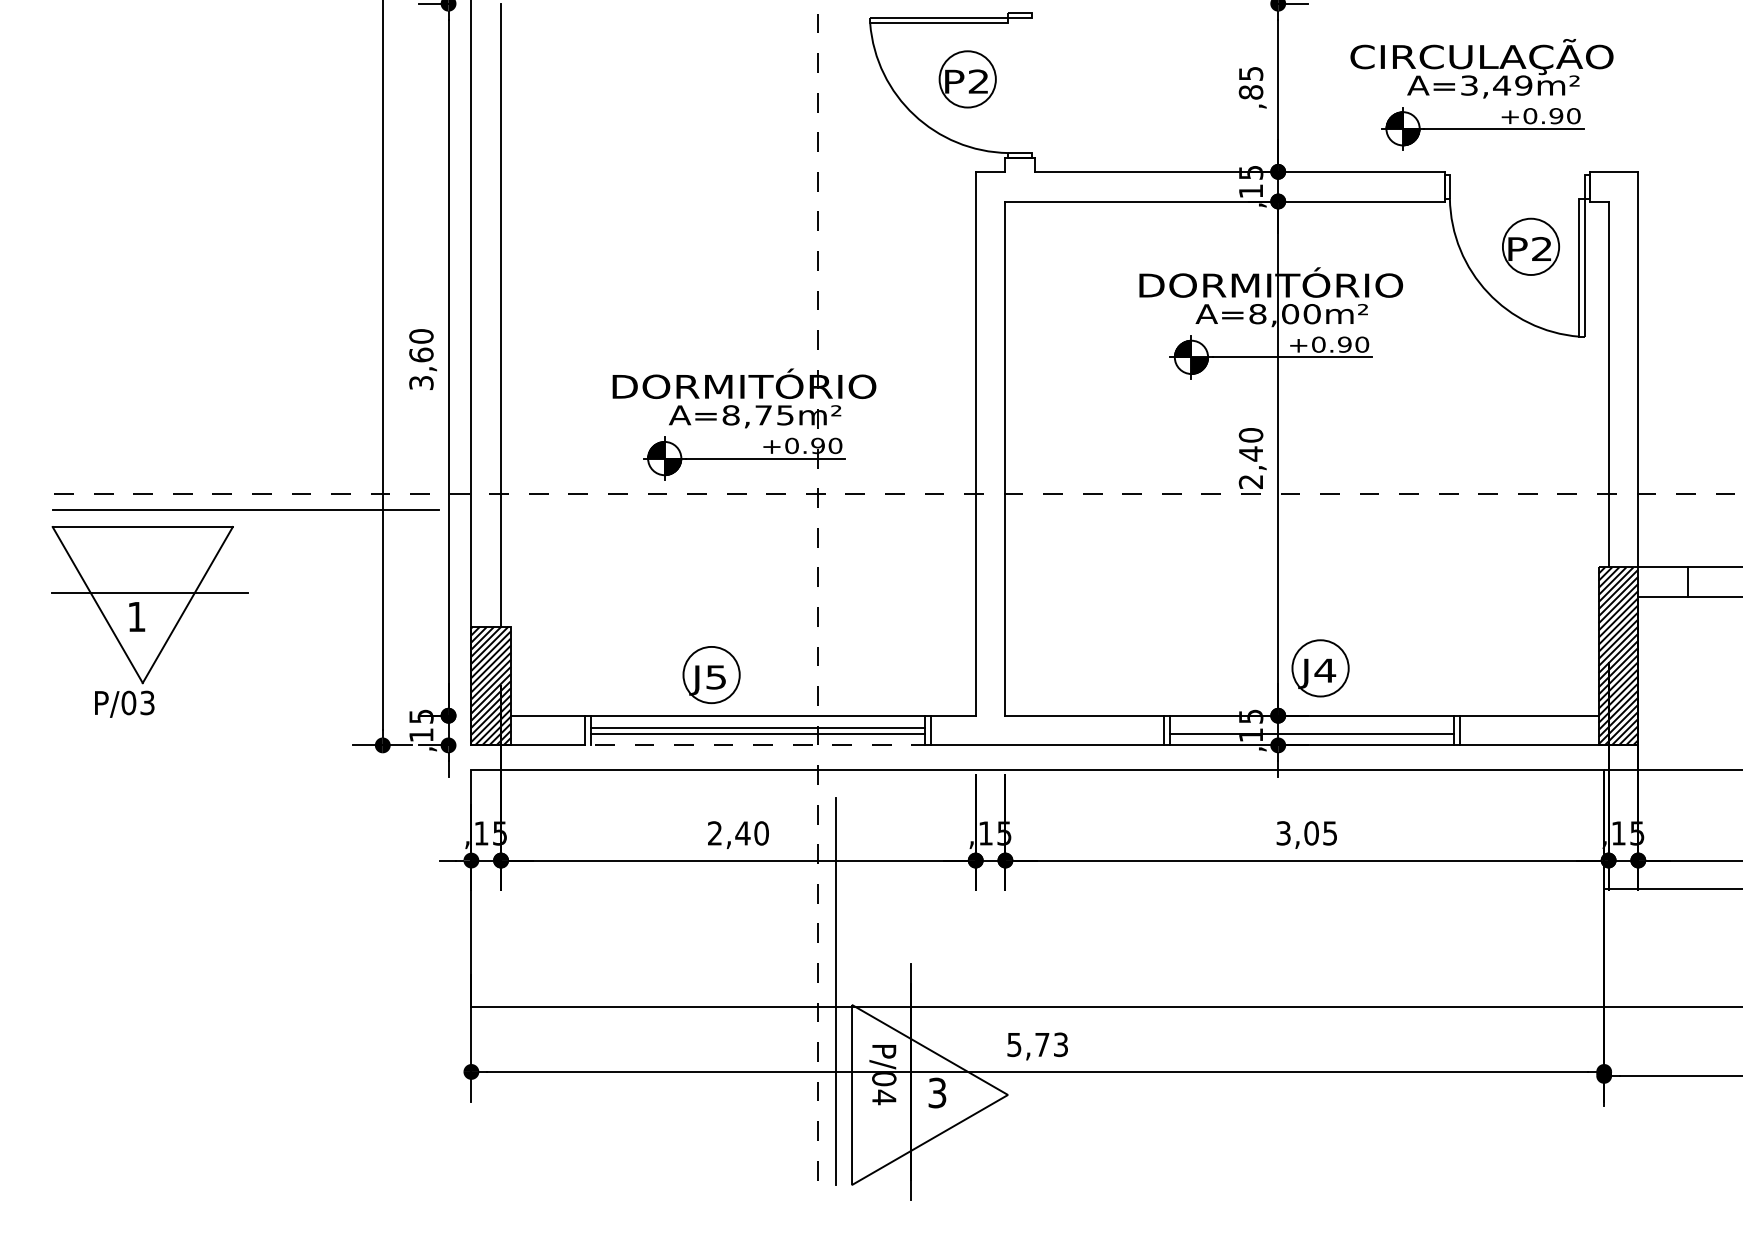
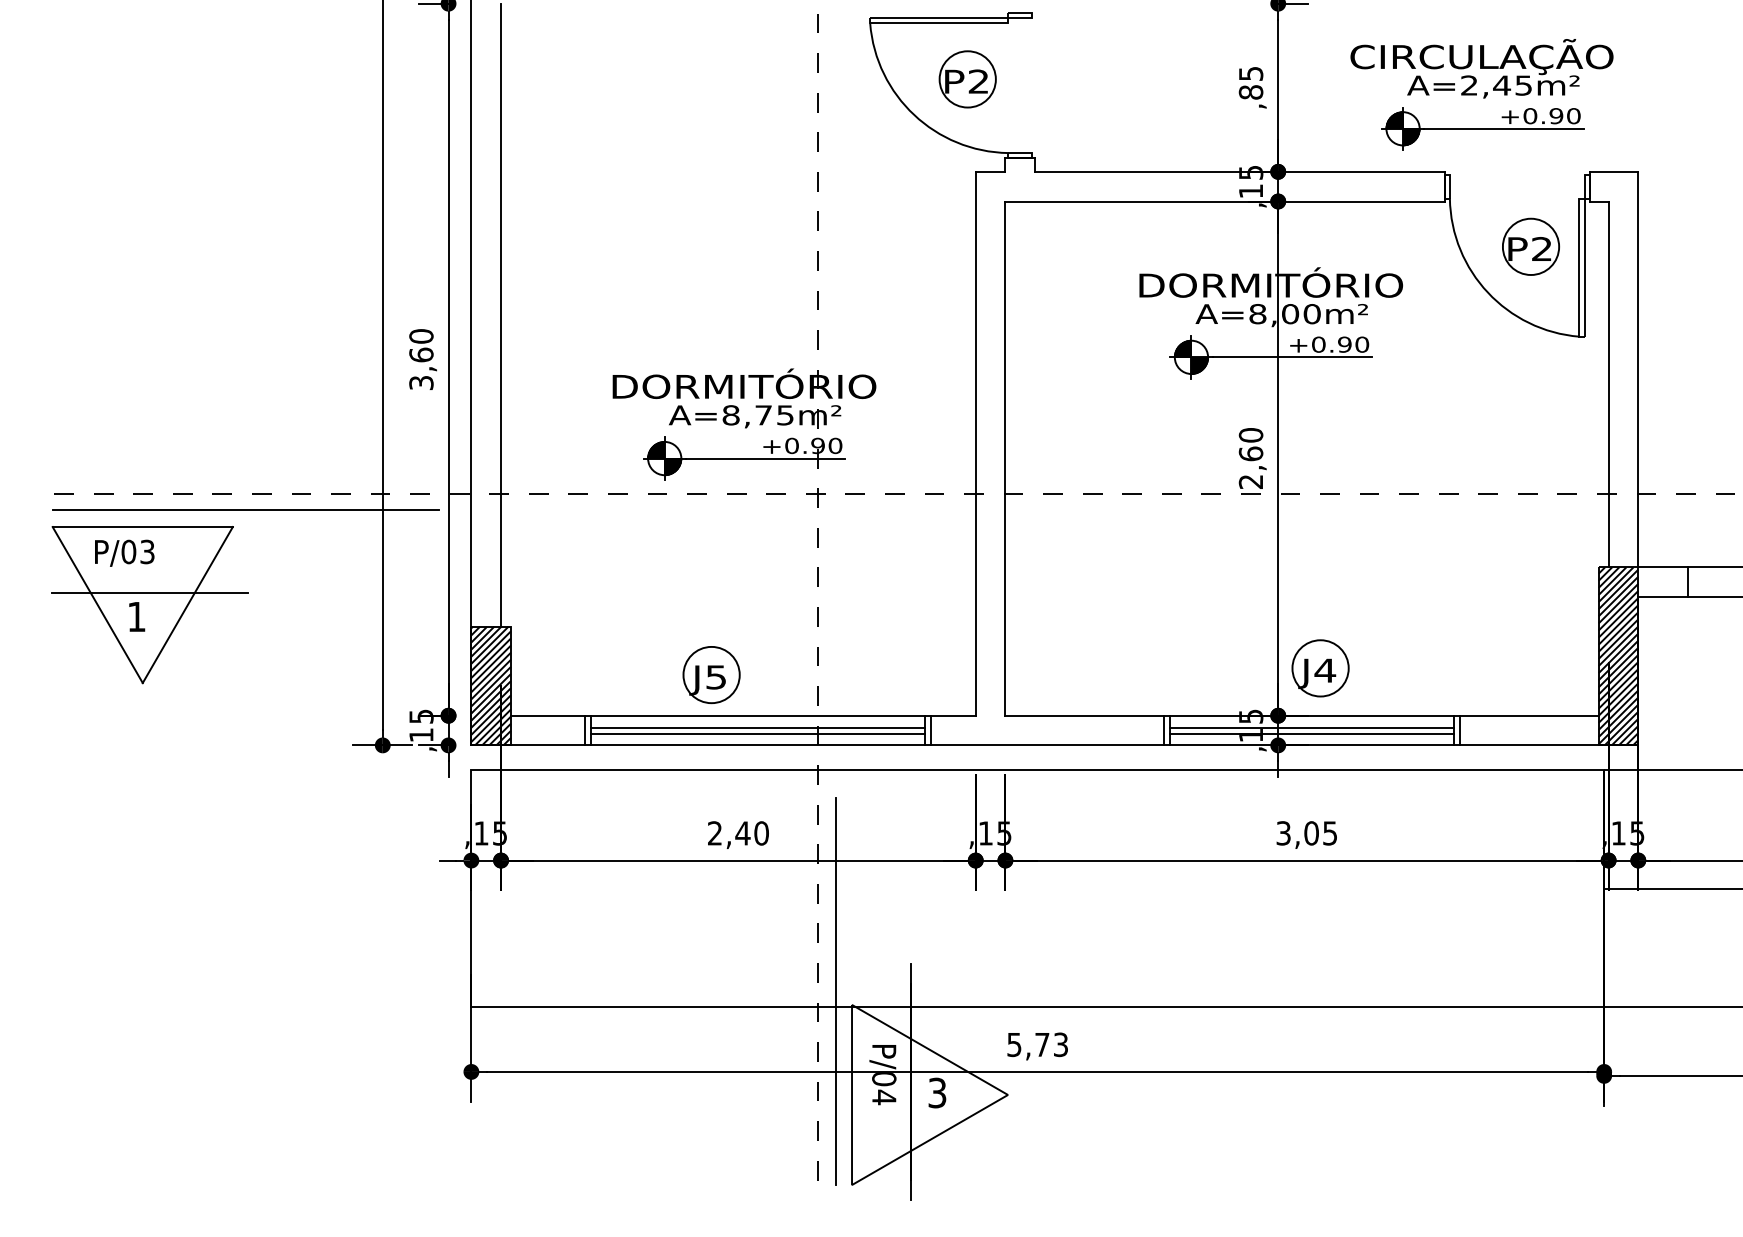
text at (1496, 85): A=3,49m² -> A=2,45m²
text at (1250, 453): 2,40 -> 2,60
text at (124, 703) position: (124, 703) -> (124, 552)
line at (1311, 727): none -> present
line at (757, 745): dashed -> solid
